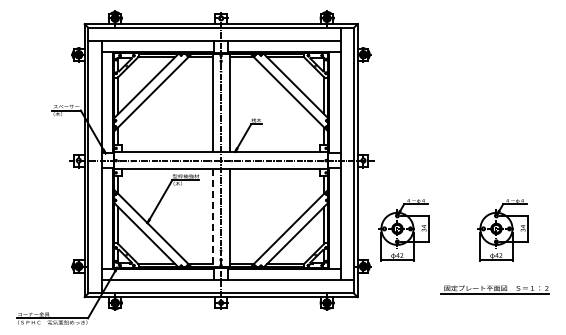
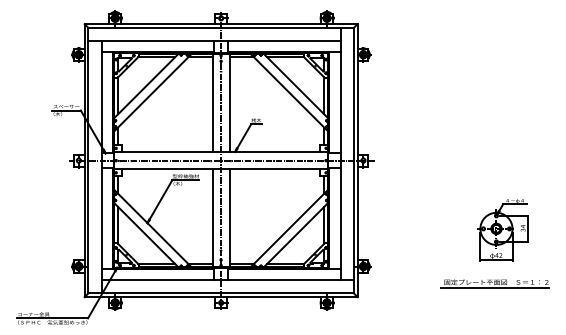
line at (212, 218): dashed -> solid
part at (403, 230): present -> none
part at (494, 289) position: (494, 289) -> (494, 283)
